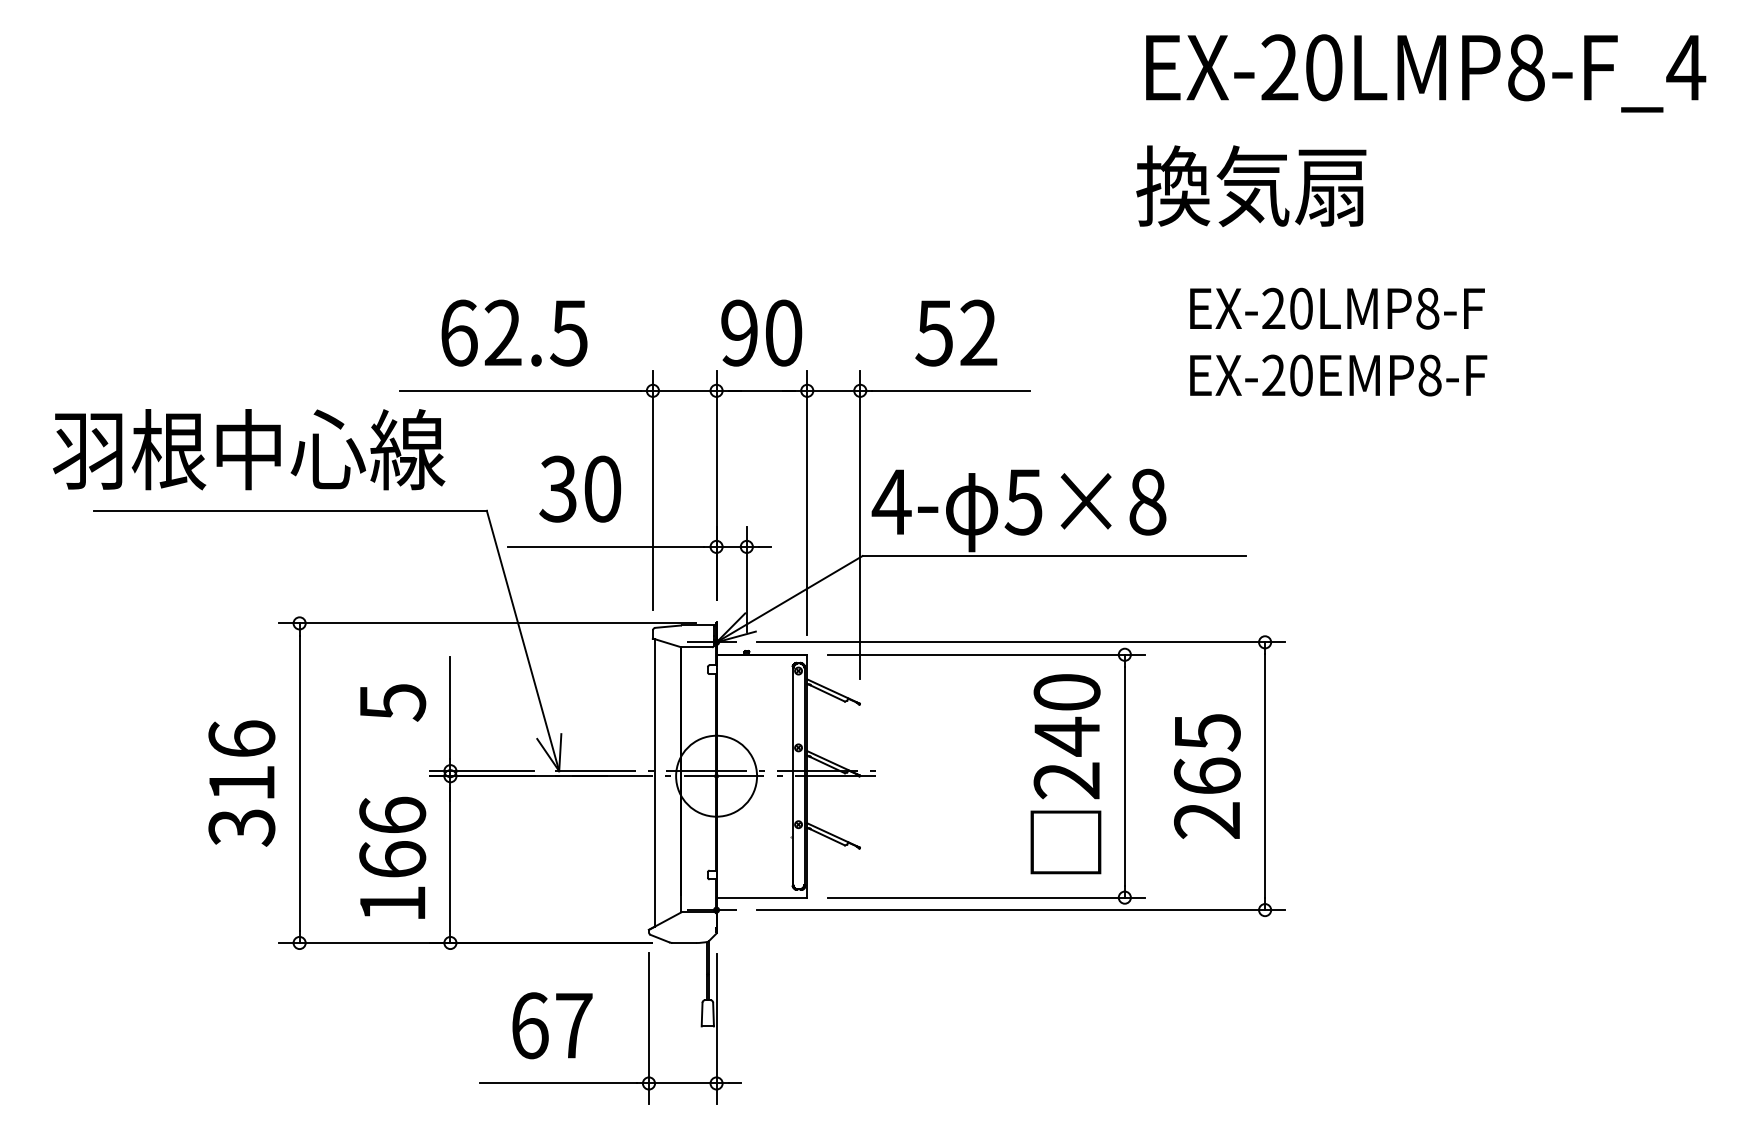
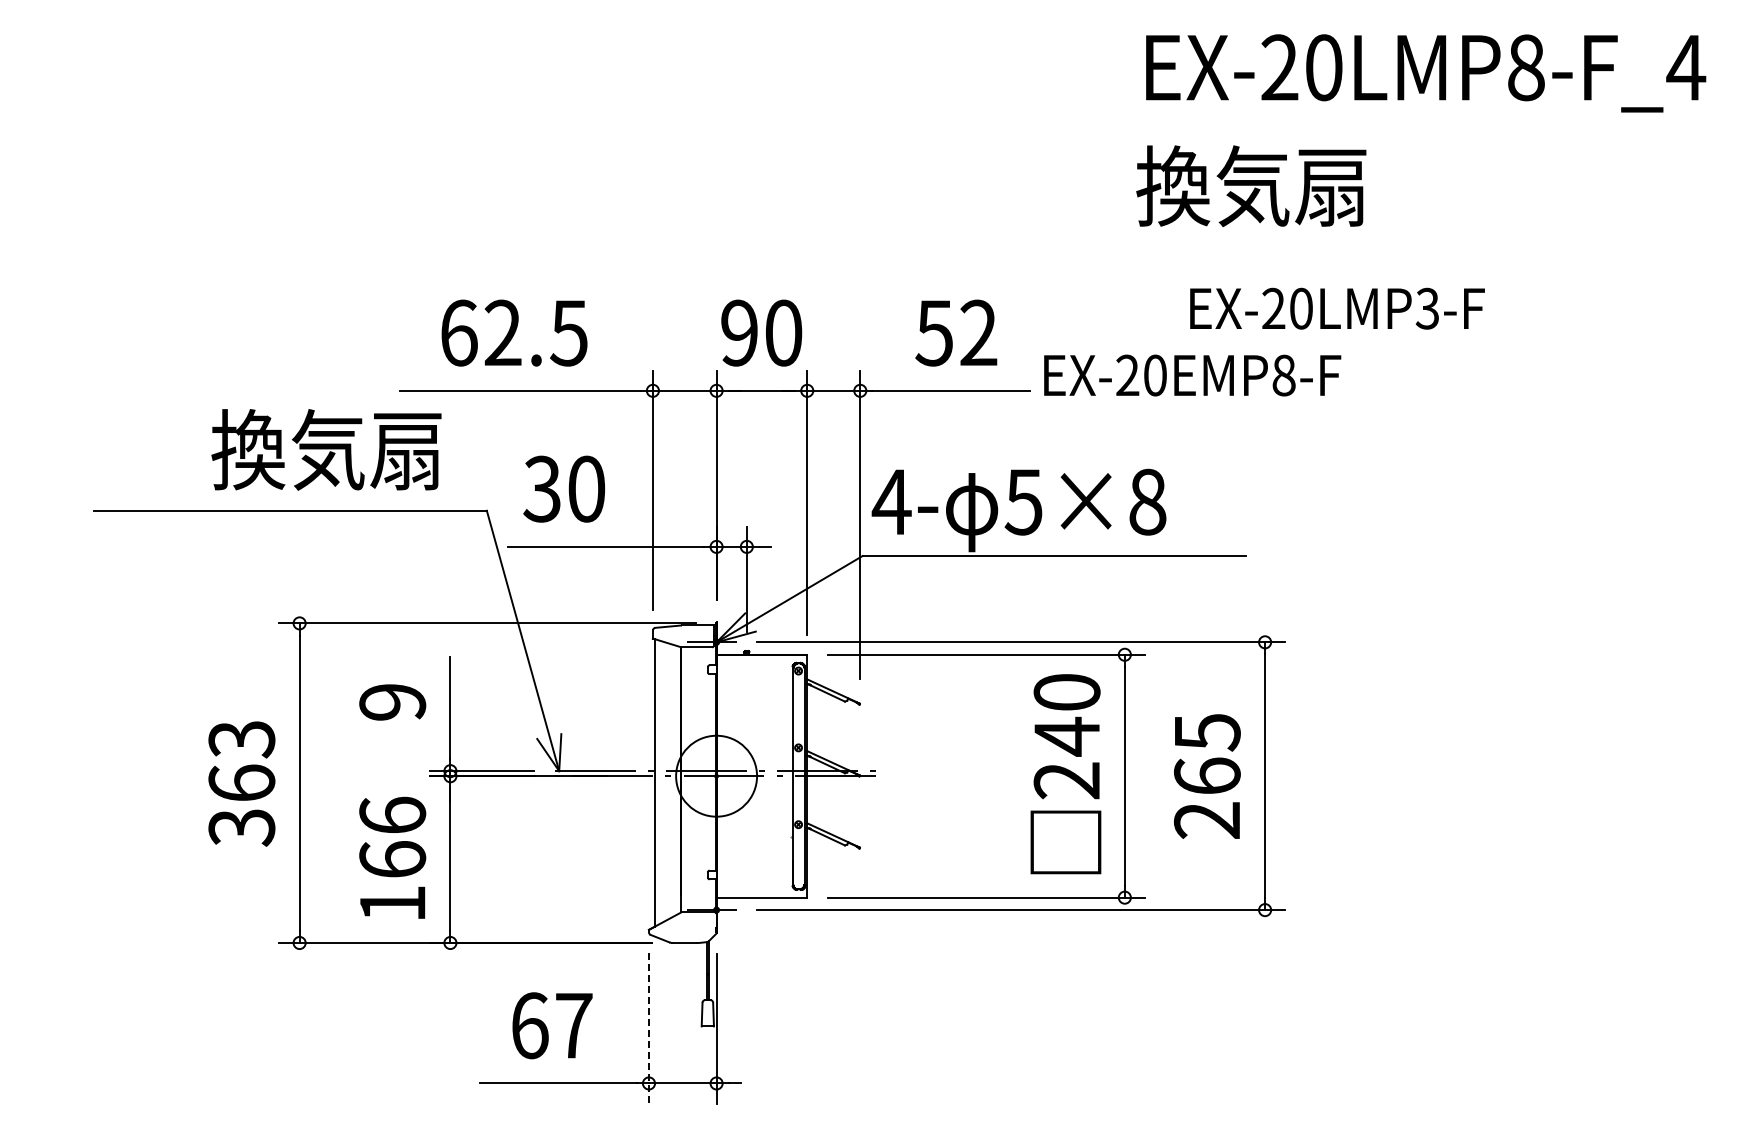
text at (1427, 308): EX-20LMP8-F -> EX-20LMP3-F
text at (1338, 375) position: (1338, 375) -> (1192, 375)
text at (249, 449): 羽根中心線 -> 換気扇
text at (580, 488) position: (580, 488) -> (564, 488)
text at (392, 702): 5 -> 9
text at (241, 760): 316 -> 363
line at (648, 1028): solid -> dashed
